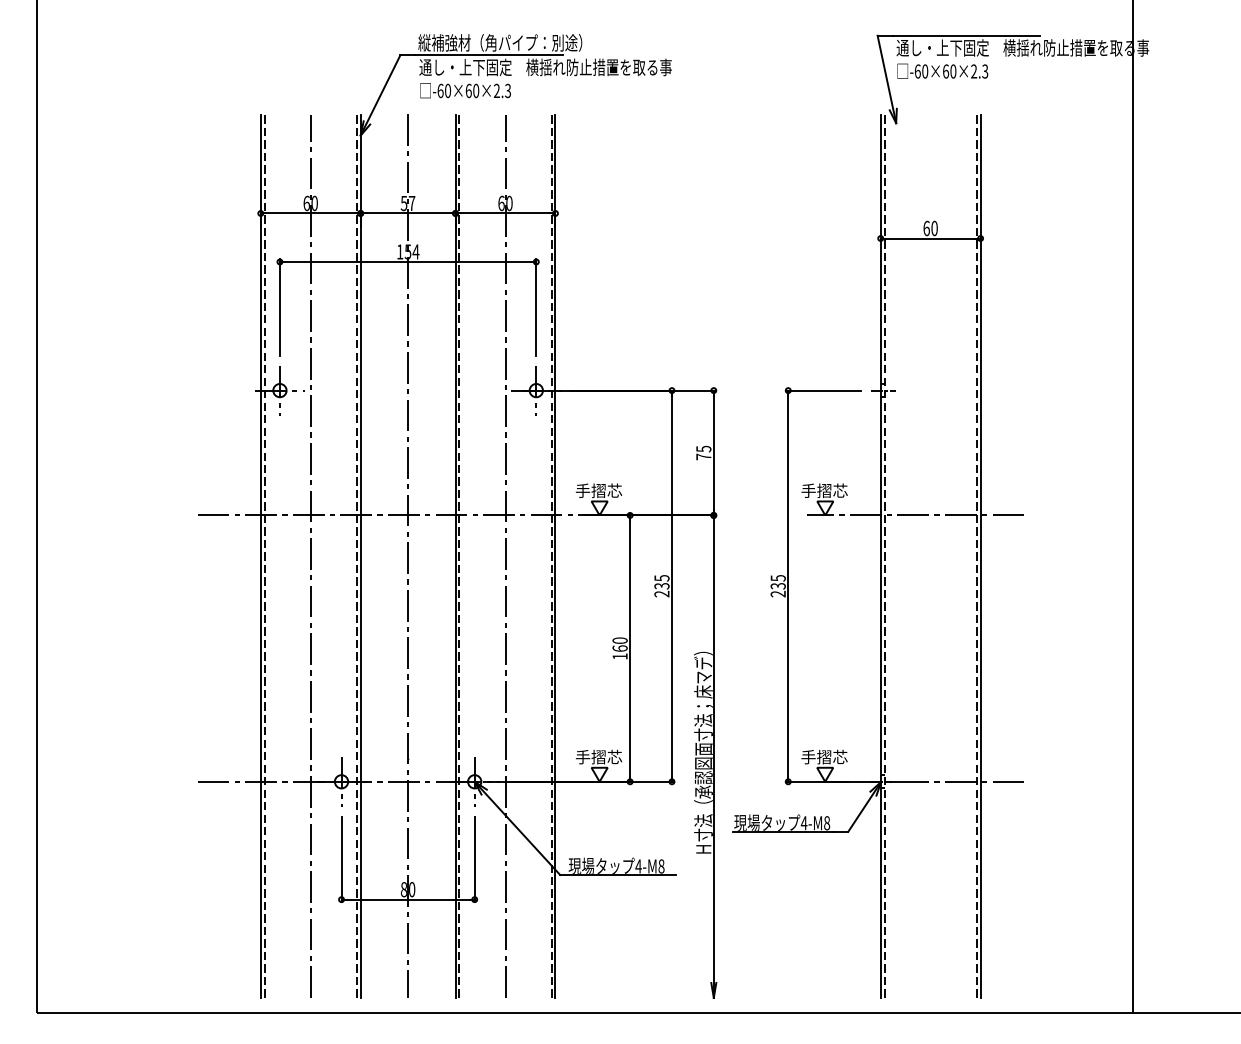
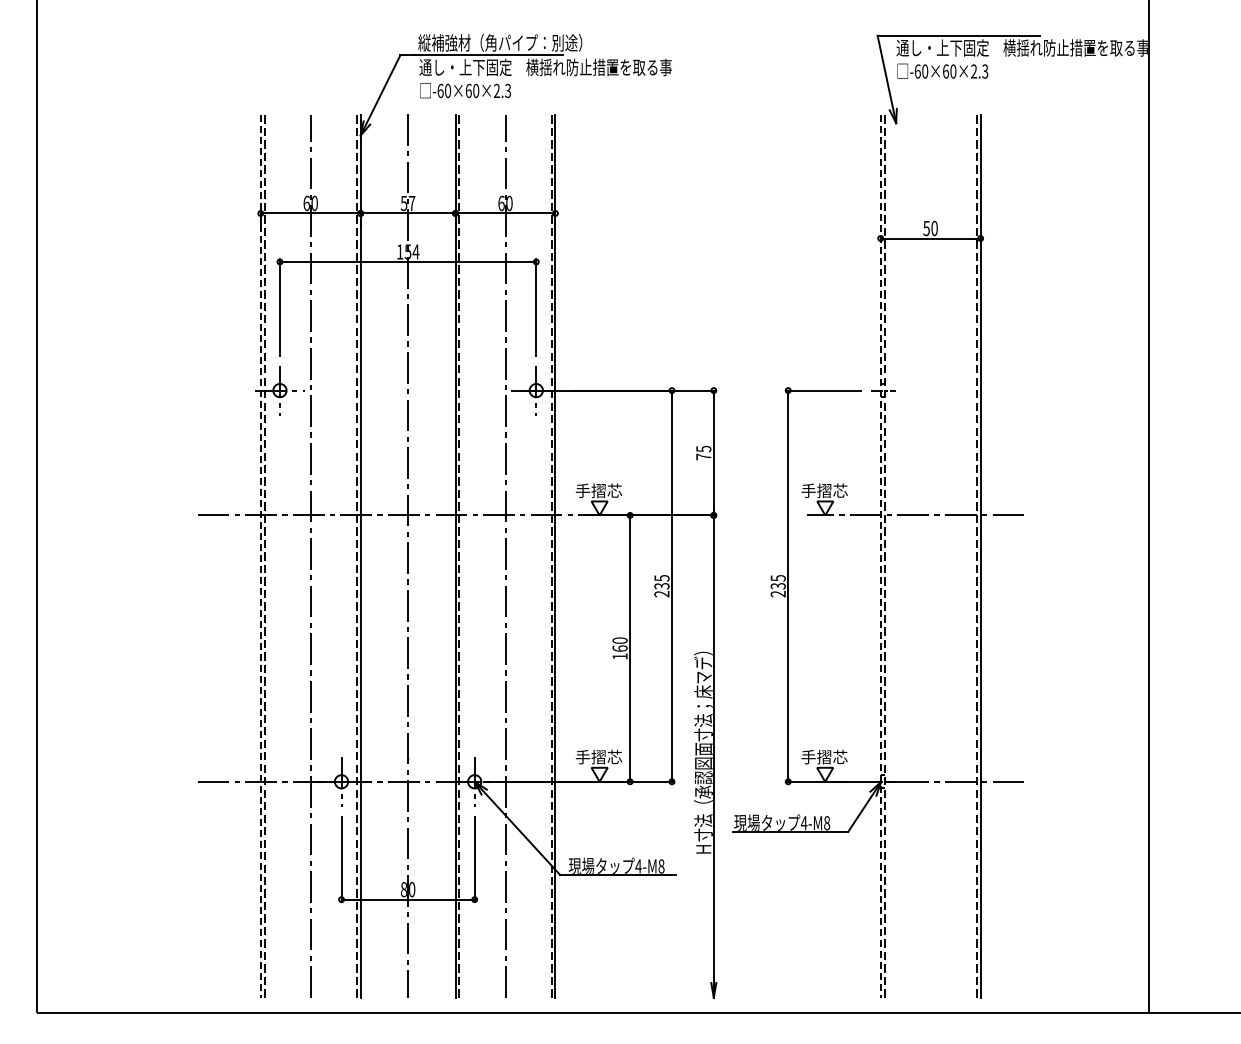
text at (926, 228): 60 -> 50
line at (1132, 507) position: (1132, 507) -> (1148, 507)
line at (260, 557): solid -> dashed
line at (880, 557): solid -> dashed
